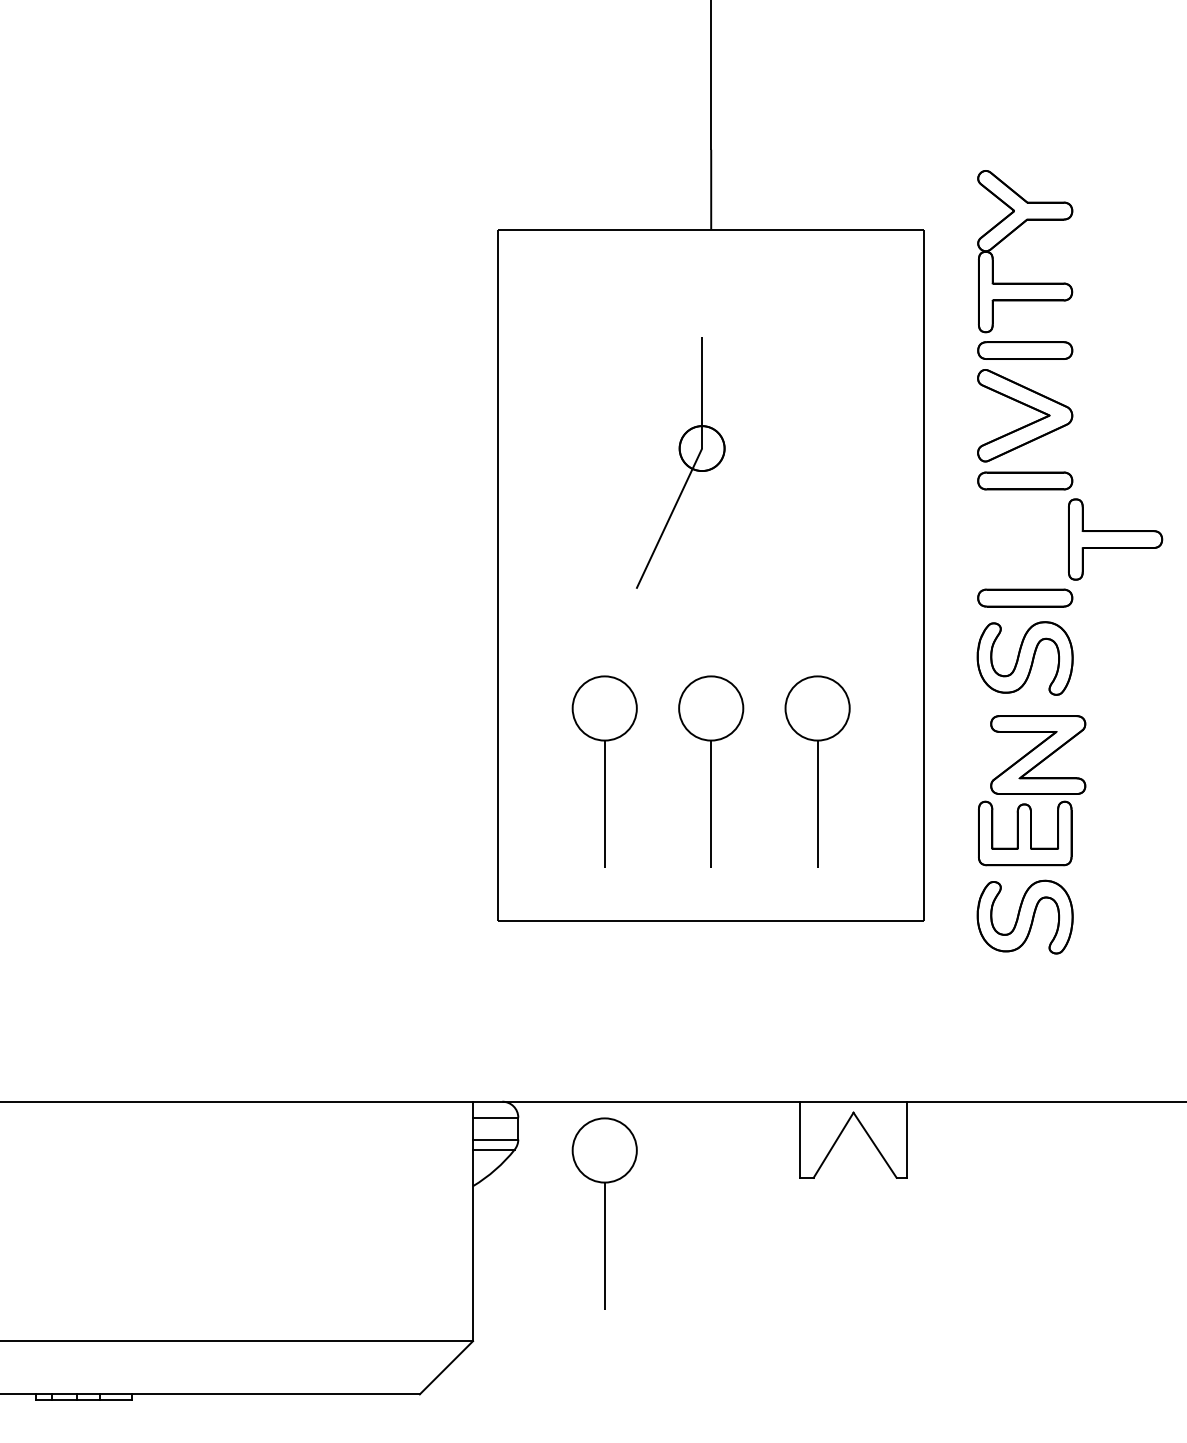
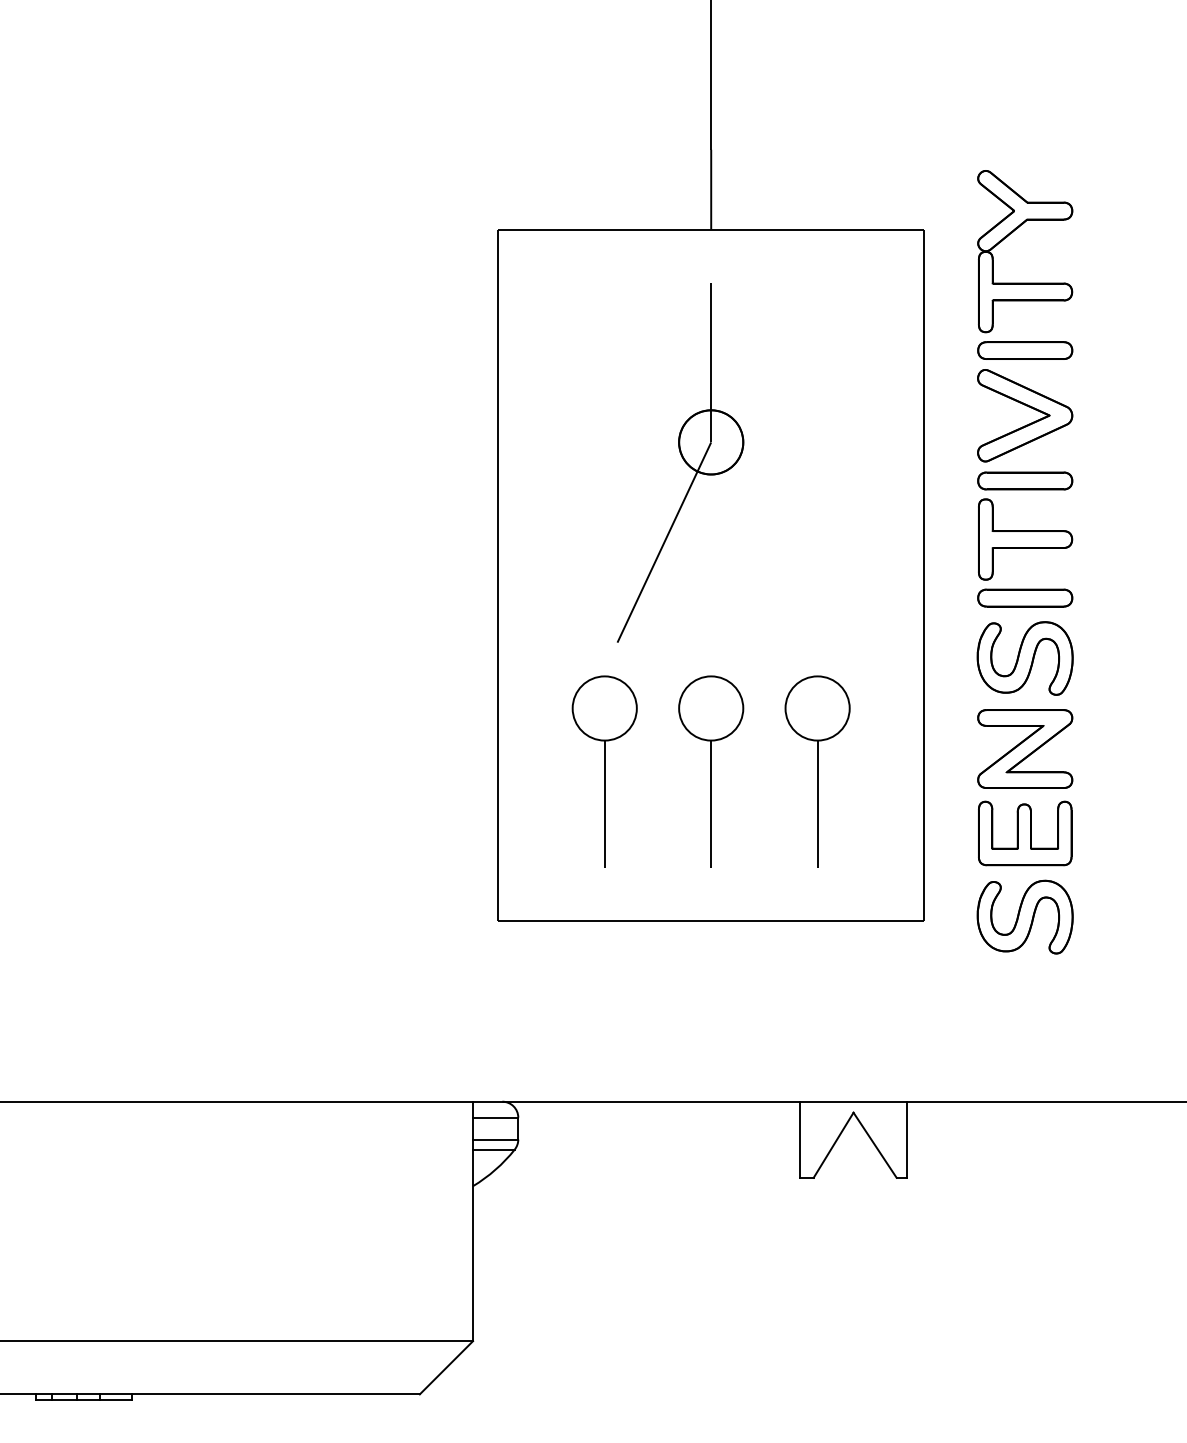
part at (680, 462) size: 90x252 px -> 128x360 px
part at (1115, 539) position: (1115, 539) -> (1025, 539)
part at (1038, 754) position: (1038, 754) -> (1025, 748)
part at (604, 1213): present -> none
